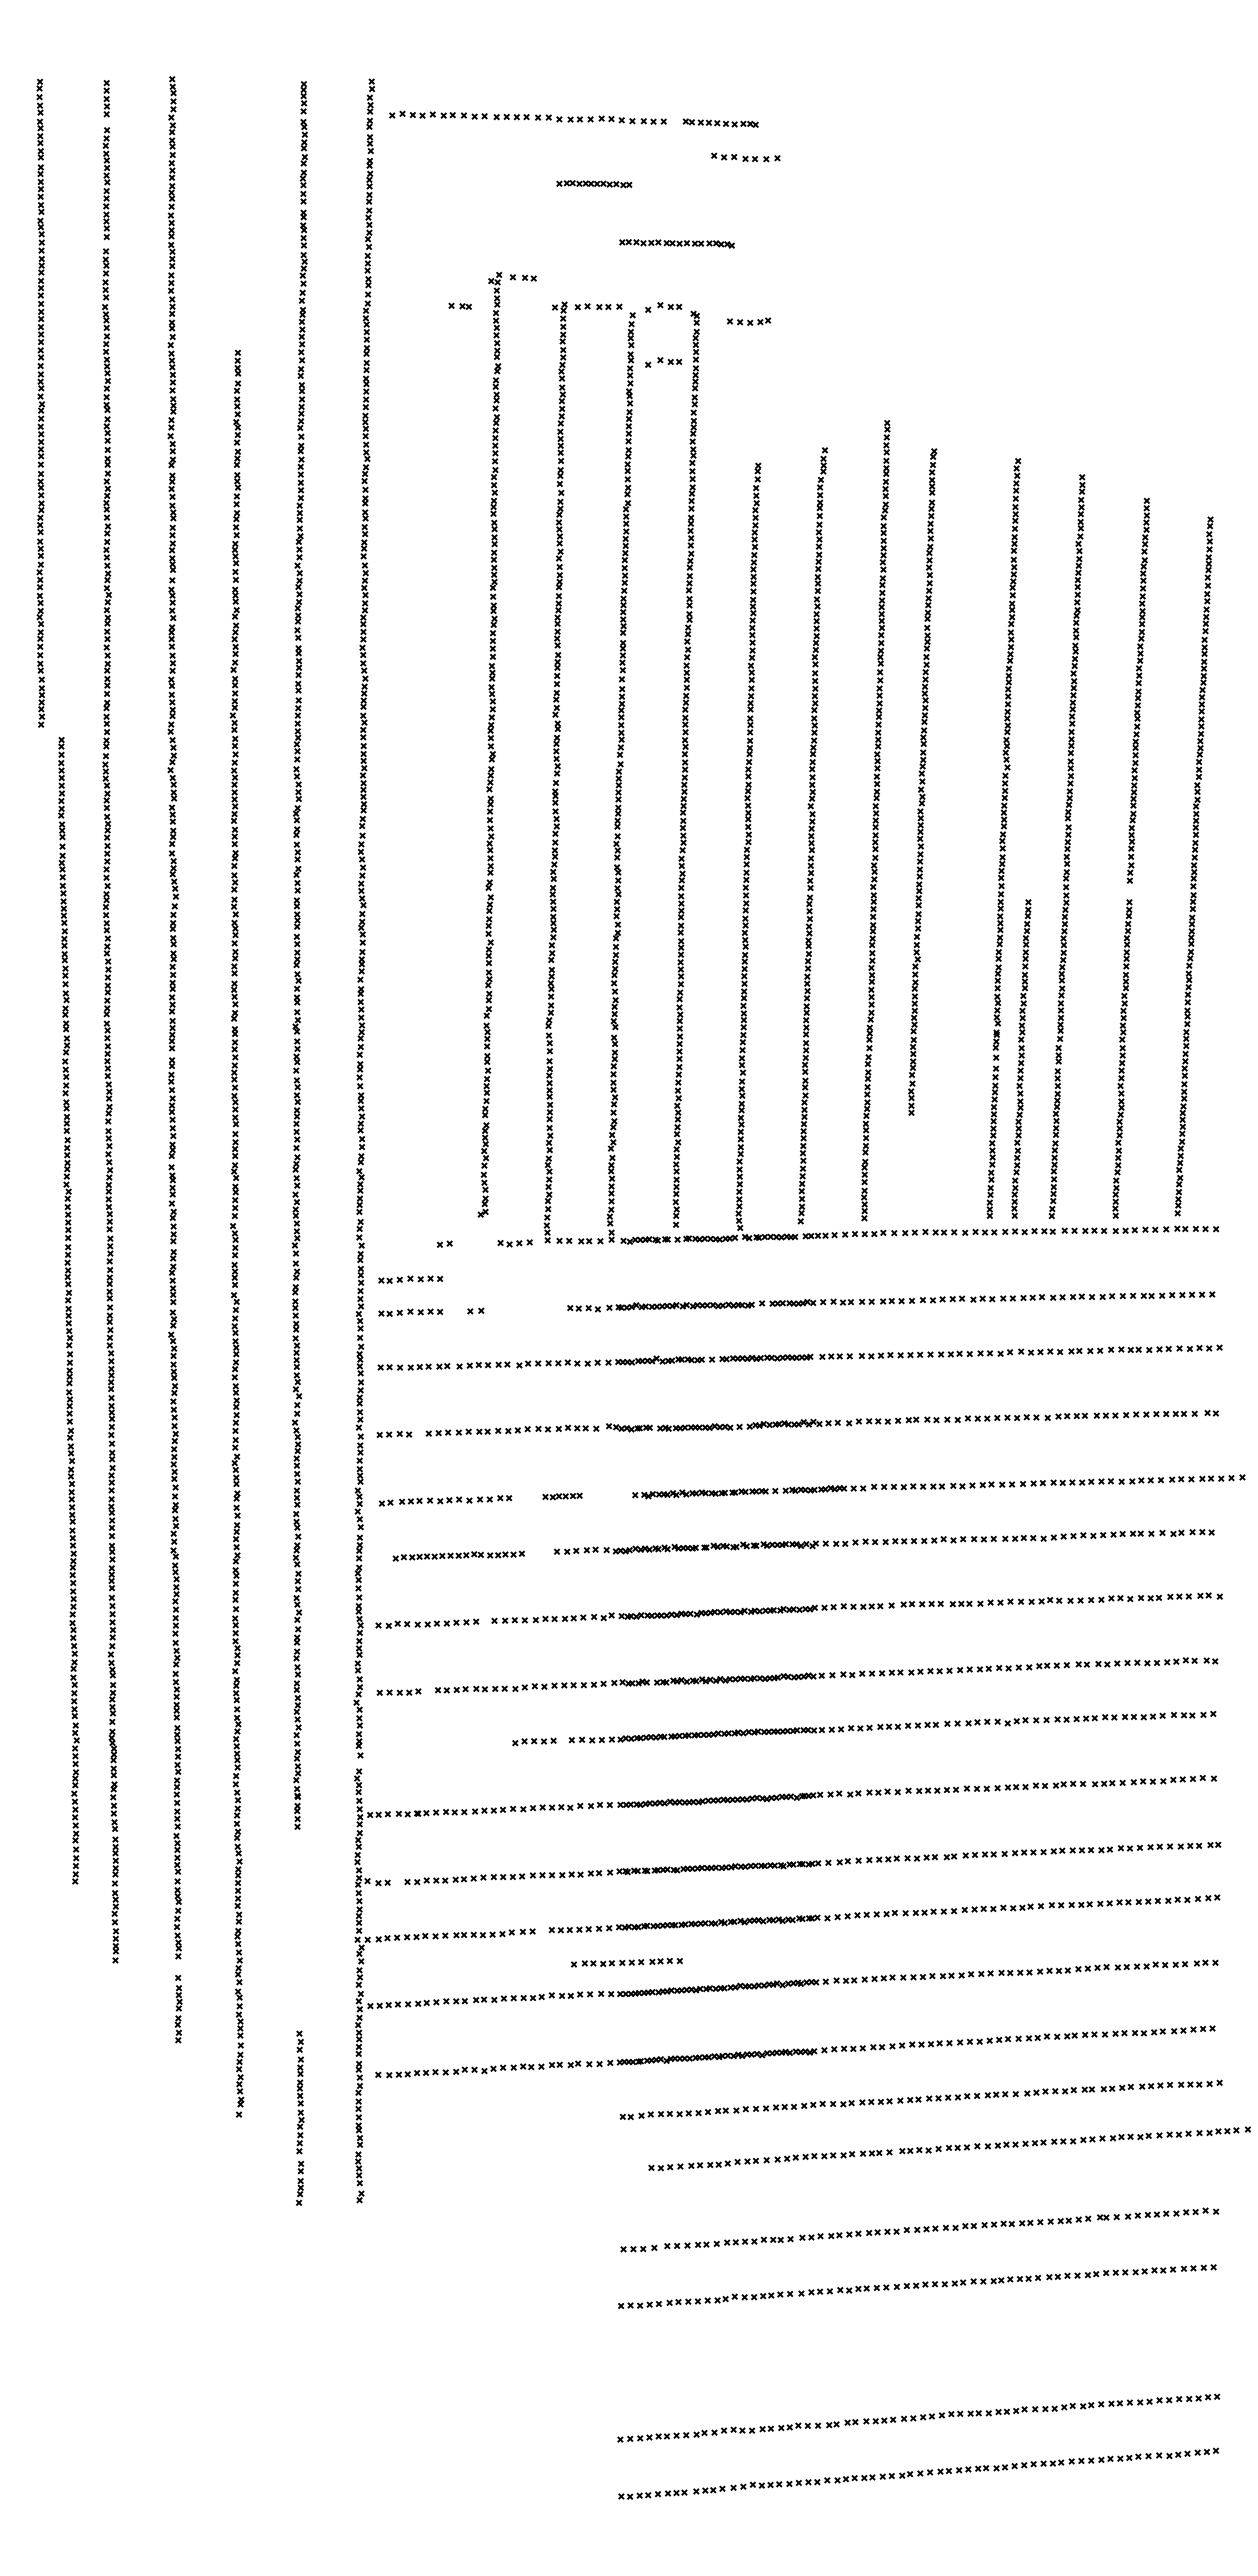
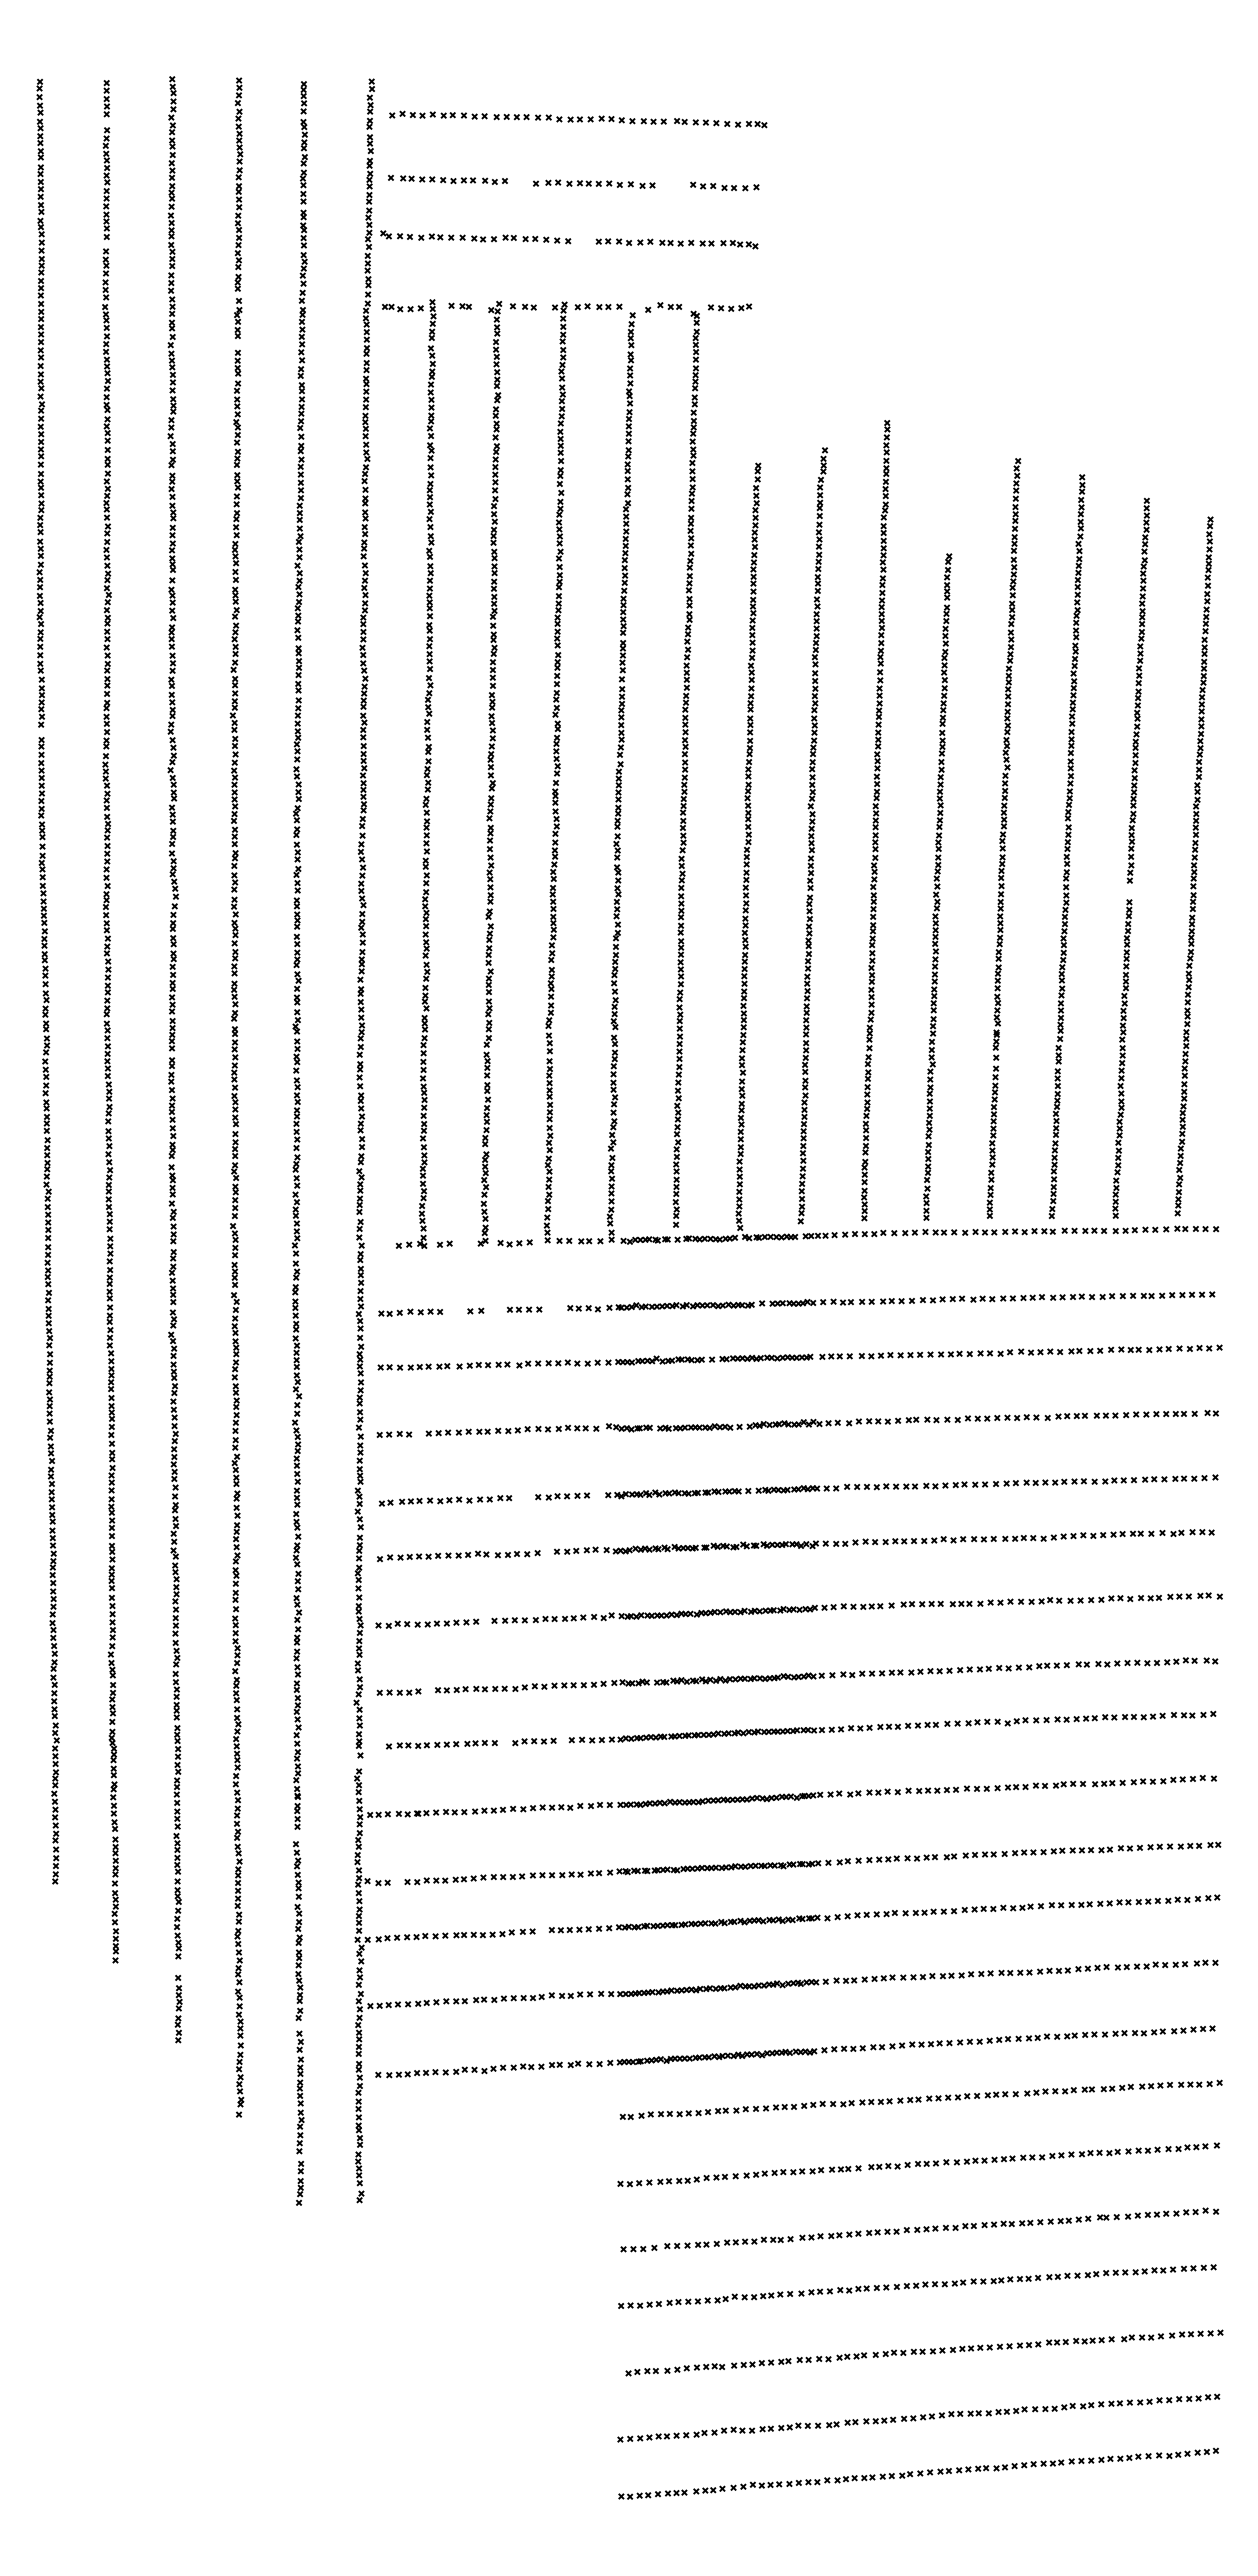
part at (720, 122) size: 77x10 px -> 94x11 px
part at (745, 157) position: (745, 157) -> (724, 186)
part at (447, 179): none -> present
part at (594, 184) size: 77x9 px -> 123x10 px
part at (238, 207): none -> present
part at (475, 237): none -> present
part at (676, 243) size: 116x10 px -> 164x12 px
part at (749, 321) position: (749, 321) -> (730, 307)
part at (663, 362): present -> none
part at (493, 744) position: (493, 744) -> (493, 773)
part at (423, 773): none -> present
part at (922, 781) position: (922, 781) -> (937, 886)
part at (1021, 1058): present -> none
part at (410, 1279): present -> none
part at (524, 1309): none -> present
part at (68, 1310) position: (68, 1310) -> (48, 1310)
part at (938, 1486) position: (938, 1486) -> (911, 1486)
part at (562, 1496) size: 41x9 px -> 55x9 px
part at (458, 1555) size: 133x12 px -> 164x13 px
part at (298, 1930): none -> present
part at (626, 1962) position: (626, 1962) -> (441, 1744)
part at (949, 2148) position: (949, 2148) -> (918, 2164)
part at (924, 2352): none -> present
